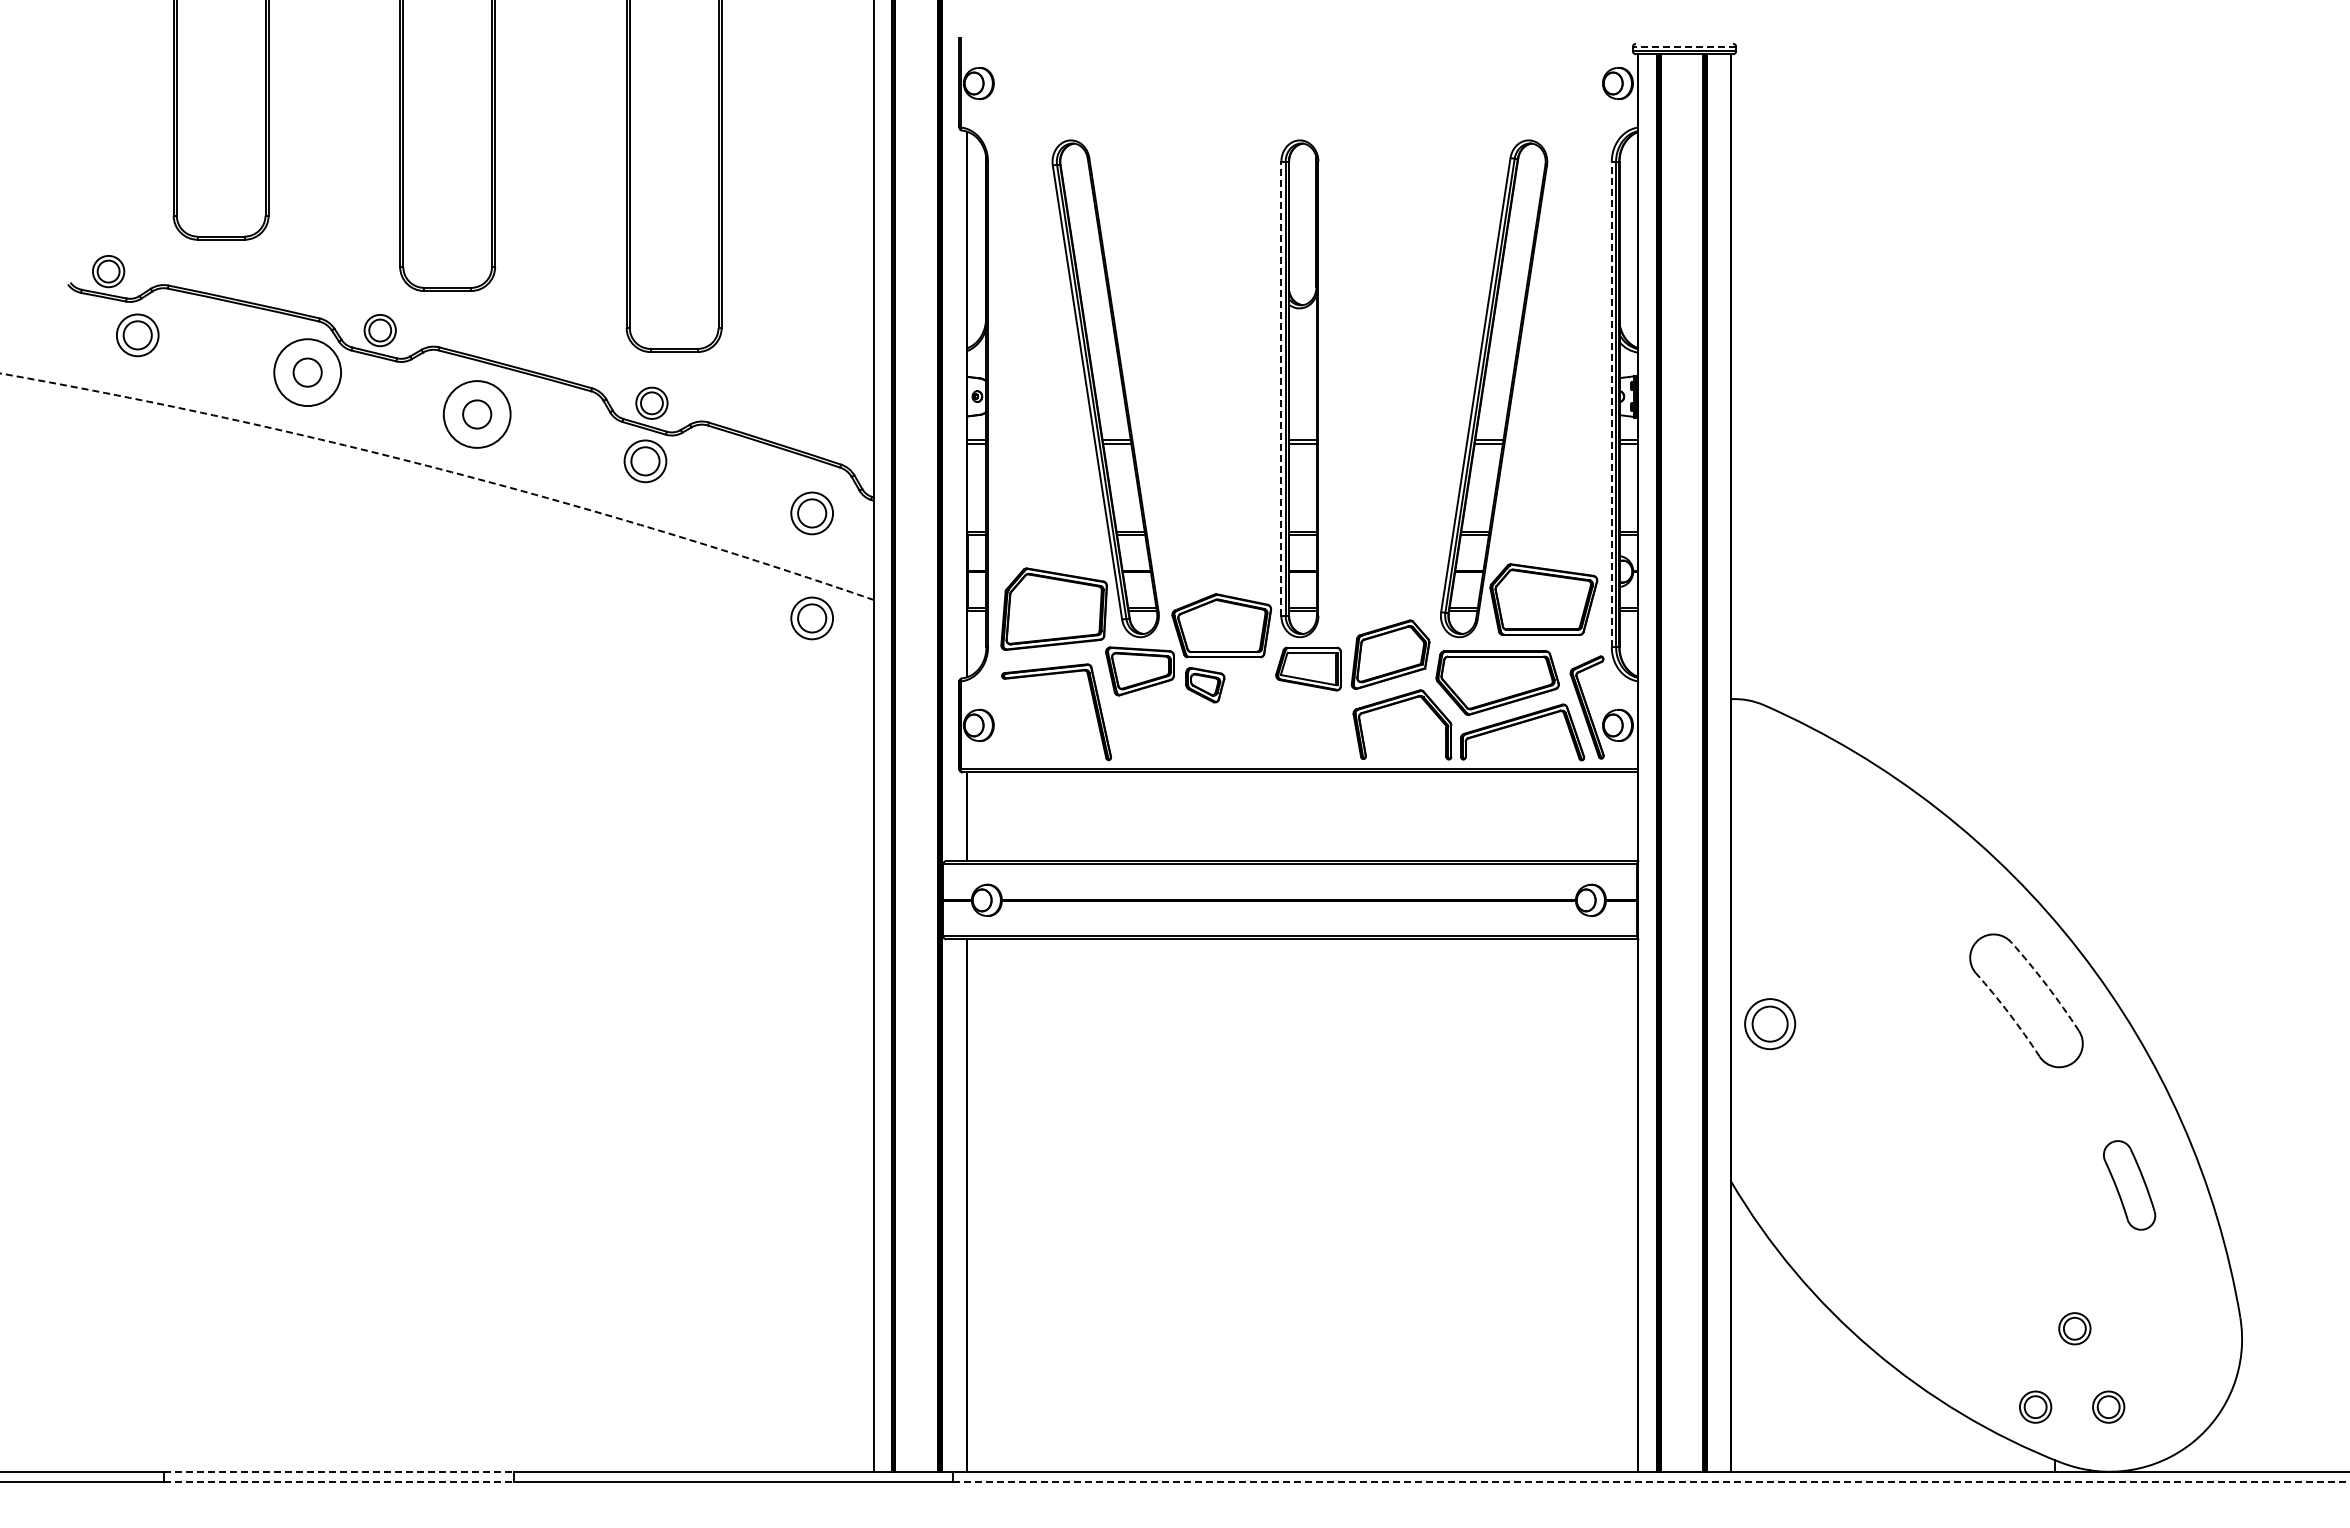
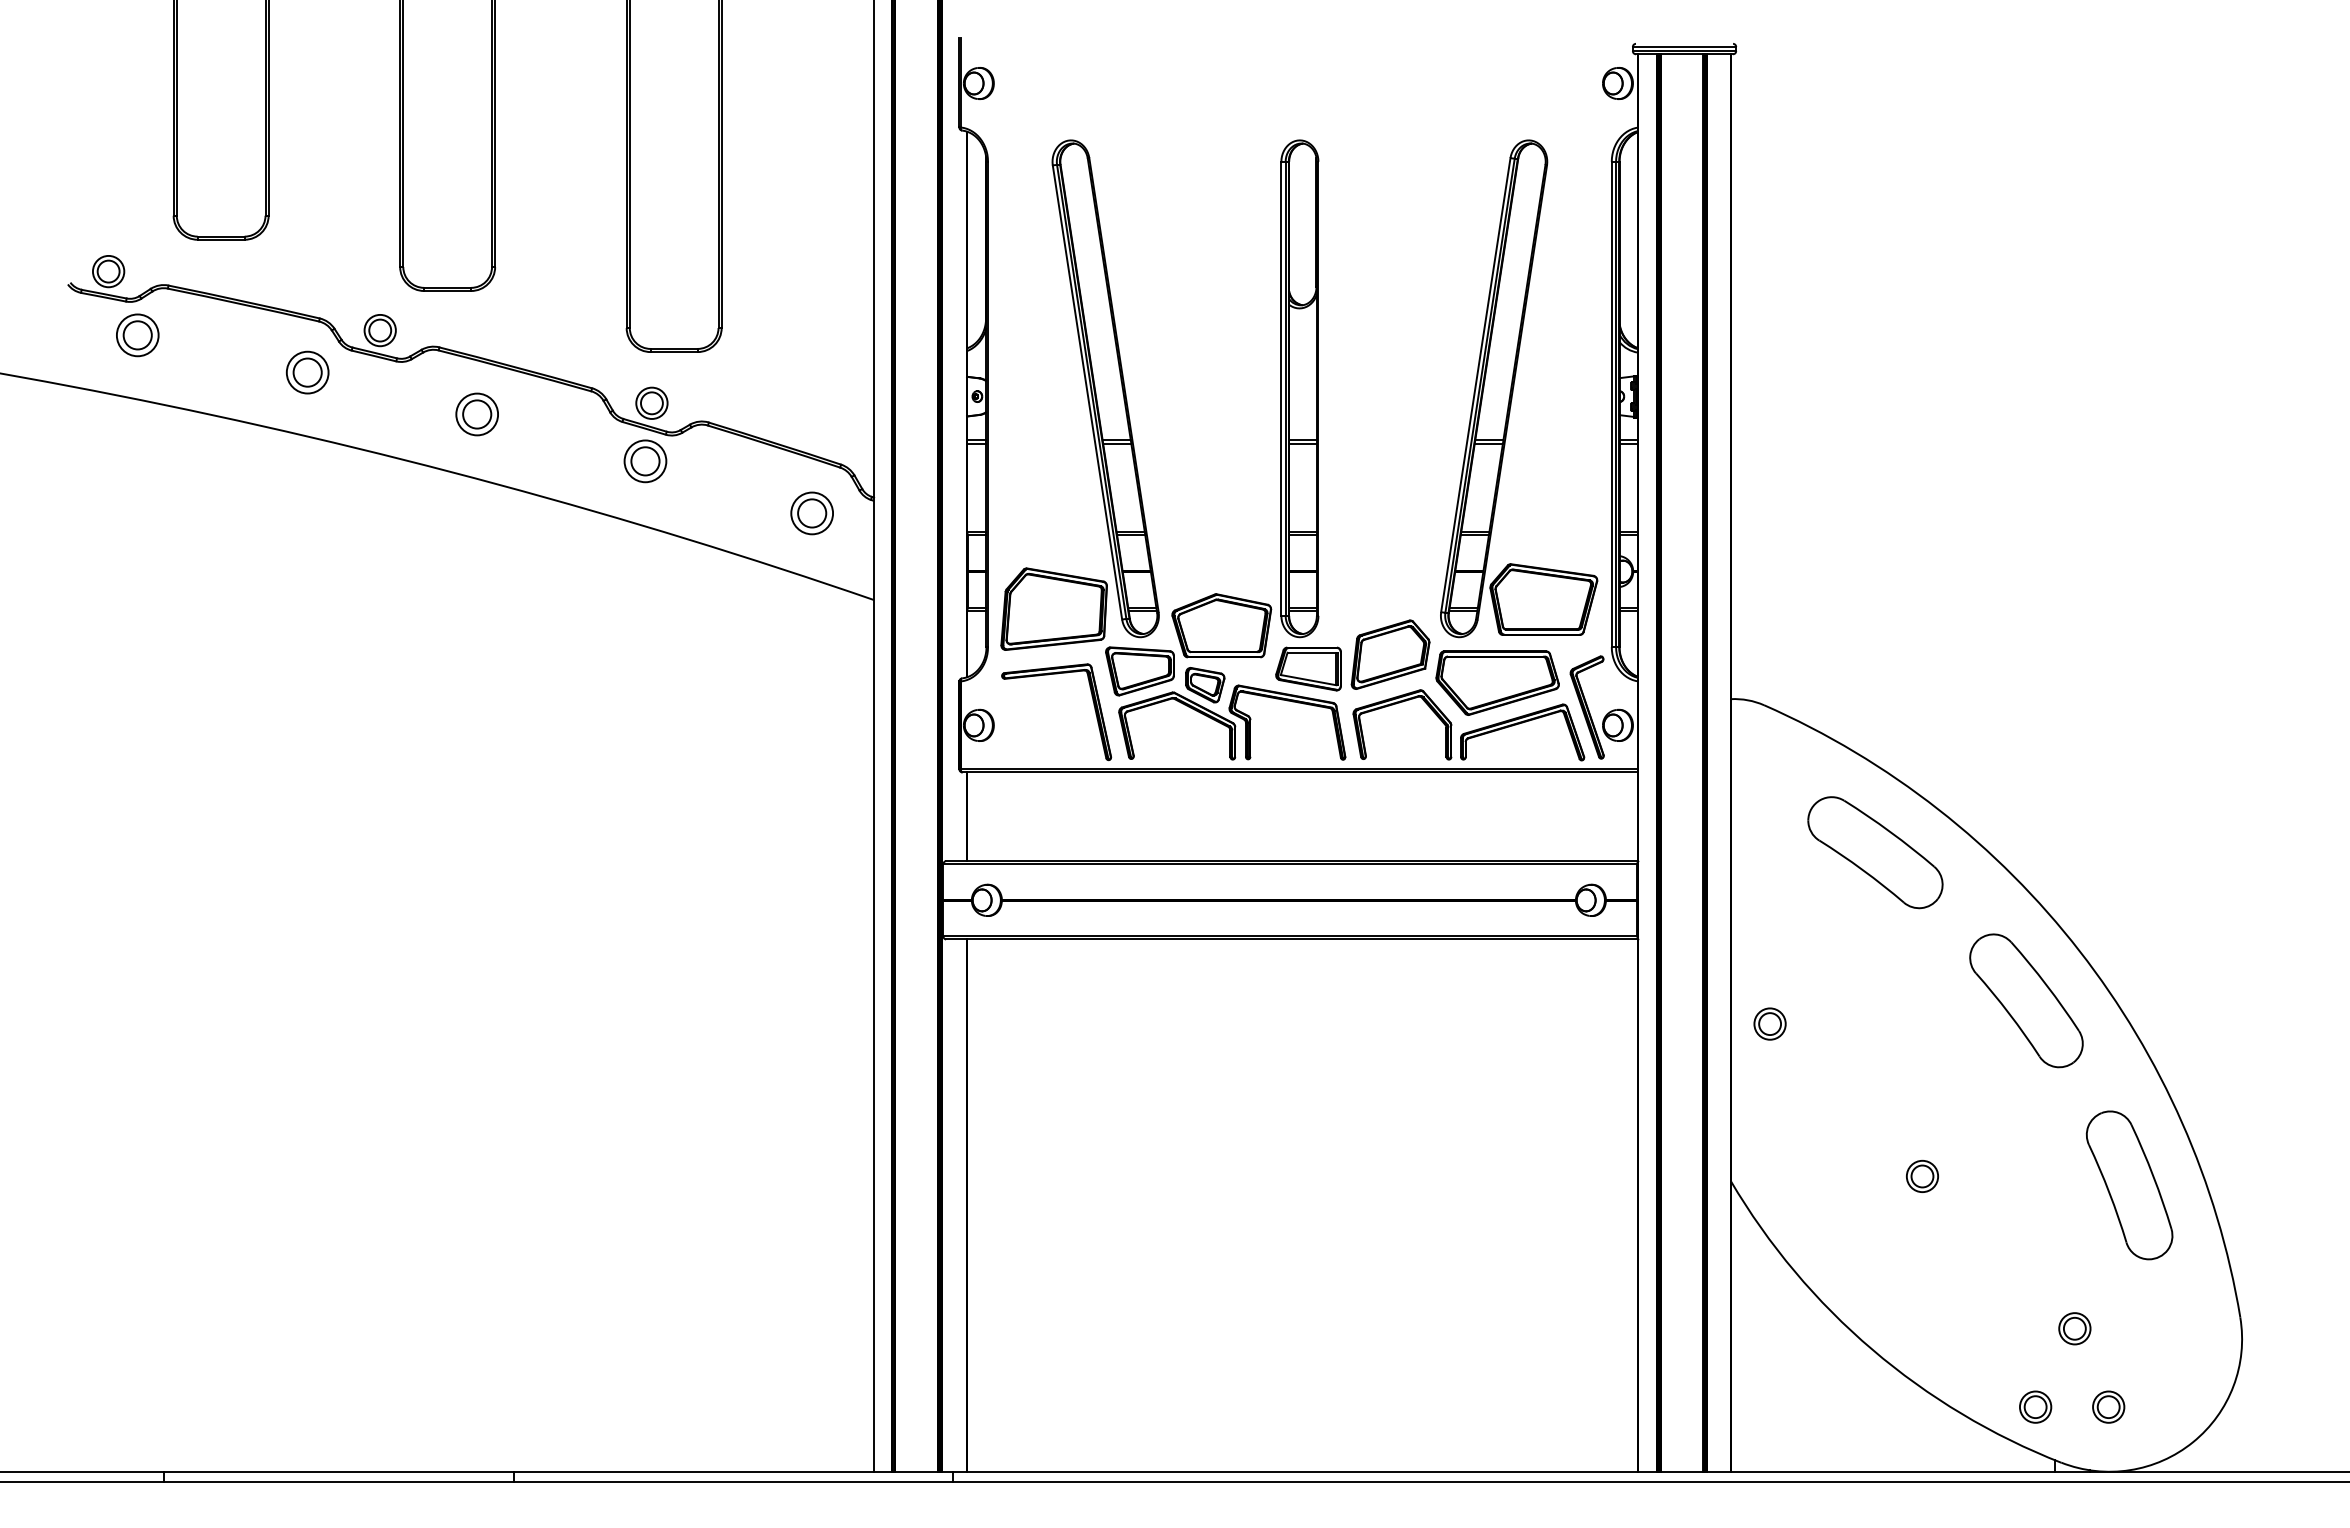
line at (1684, 46): dashed -> solid
circle at (307, 372) diameter: 67 px -> 42 px
line at (1281, 388): dashed -> solid
line at (1611, 404): dashed -> solid
circle at (476, 414) diameter: 67 px -> 42 px
arc at (443, 469): dashed -> solid
part at (811, 618): present -> none
part at (1232, 722): none -> present
part at (1875, 852): none -> present
arc at (2046, 985): dashed -> solid
arc at (2009, 1013): dashed -> solid
part at (1770, 1024) size: 53x53 px -> 34x34 px
part at (1922, 1175): none -> present
part at (2129, 1185) size: 54x91 px -> 89x151 px
line at (339, 1471): dashed -> solid
line at (339, 1482): dashed -> solid
line at (1651, 1482): dashed -> solid
